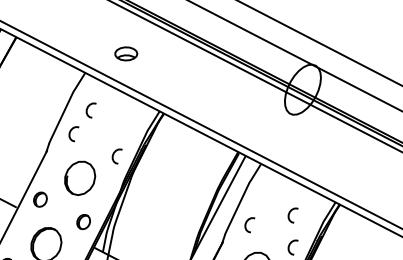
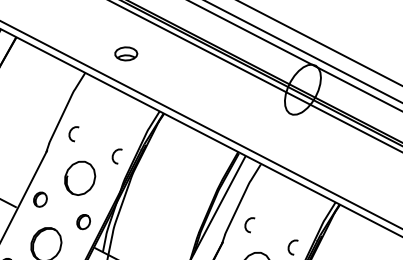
line at (303, 51): none -> present
curve at (88, 108): present -> none
curve at (290, 213): present -> none
